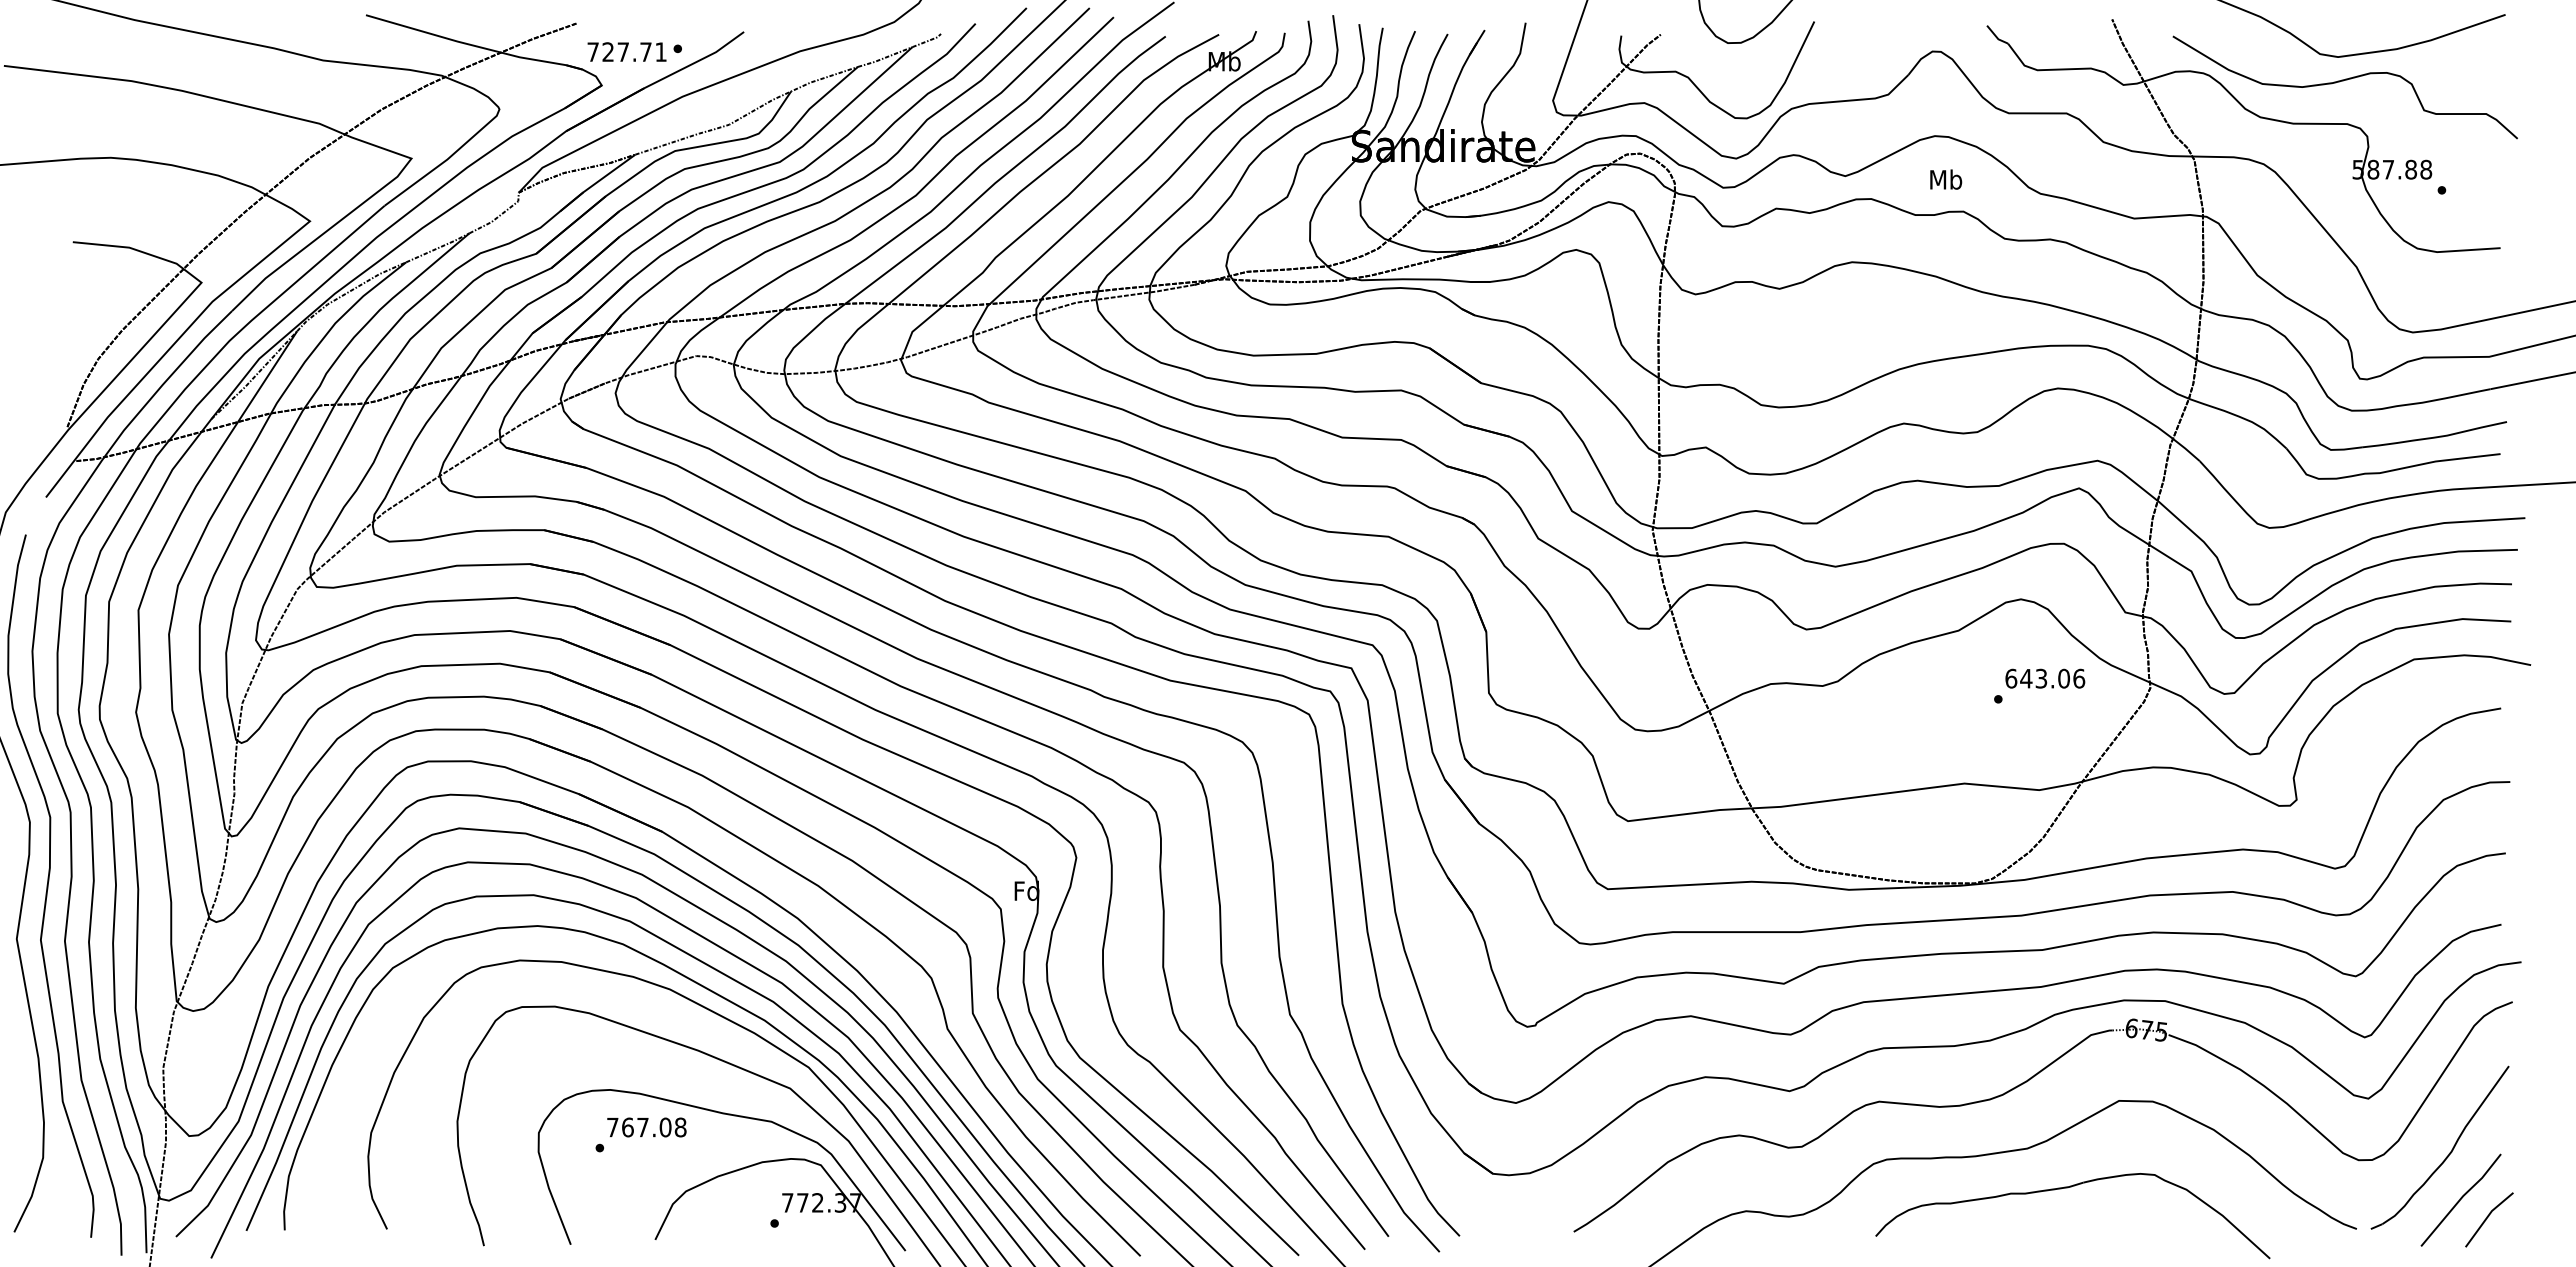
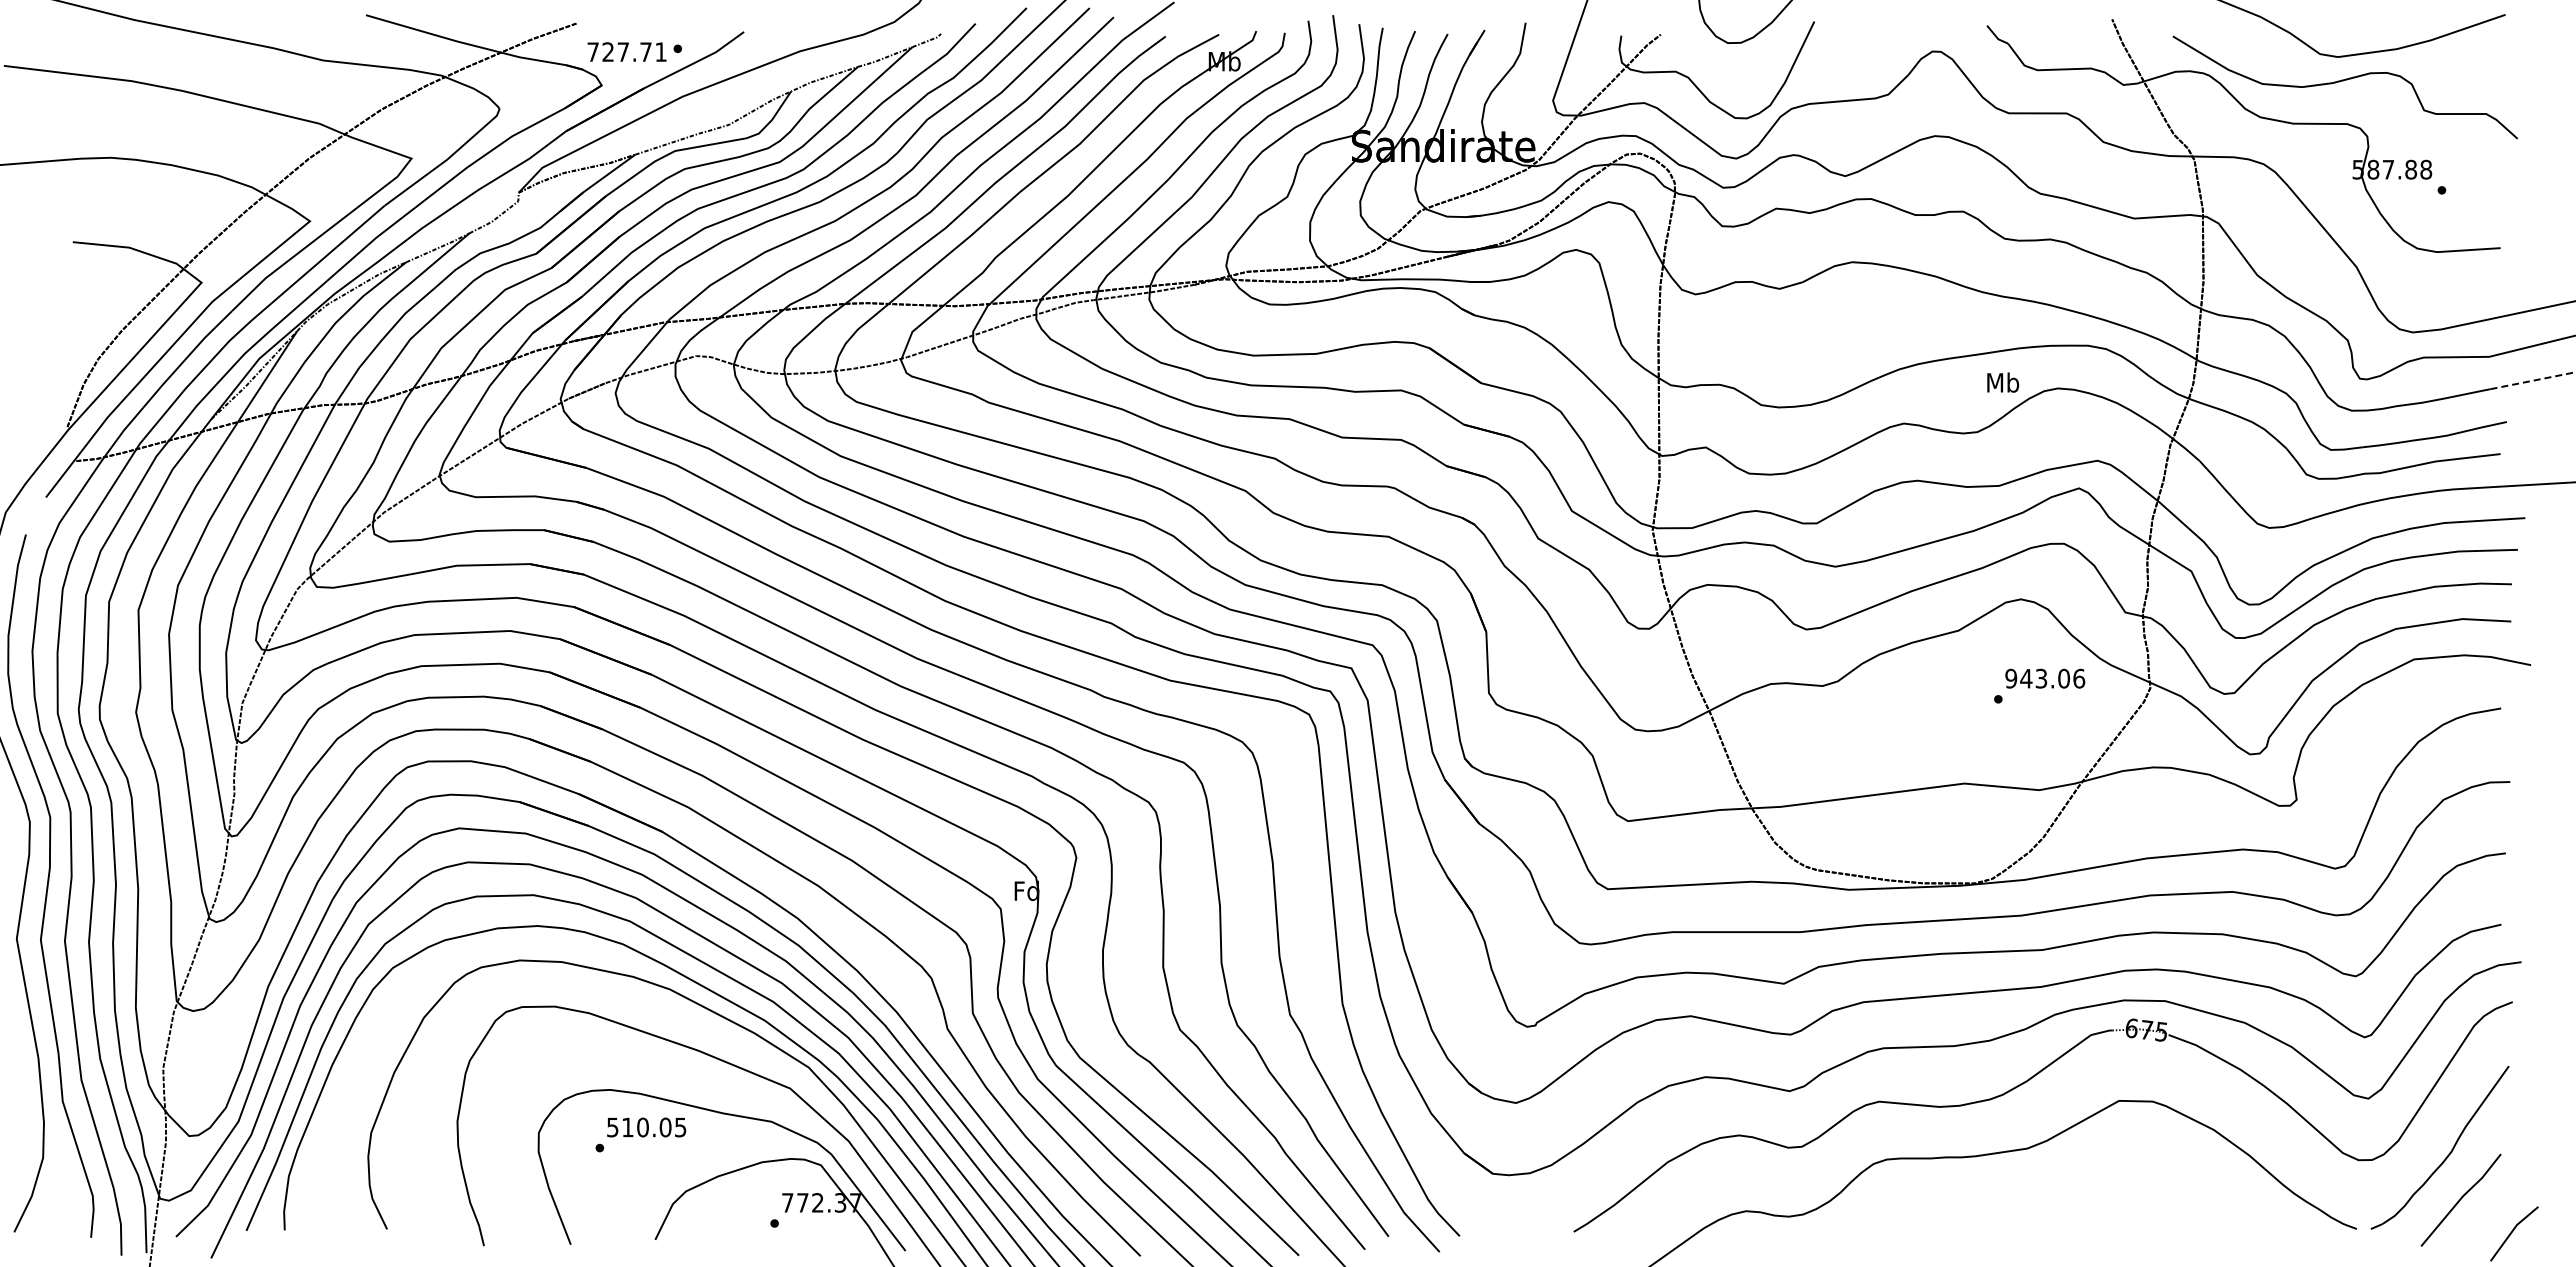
text at (1946, 179) position: (1946, 179) -> (2003, 382)
line at (2533, 380): solid -> dashed
text at (2011, 678): 643.06 -> 943.06
text at (646, 1127): 767.08 -> 510.05
part at (2067, 1188): present -> none
line at (2488, 1217) position: (2488, 1217) -> (2513, 1231)
